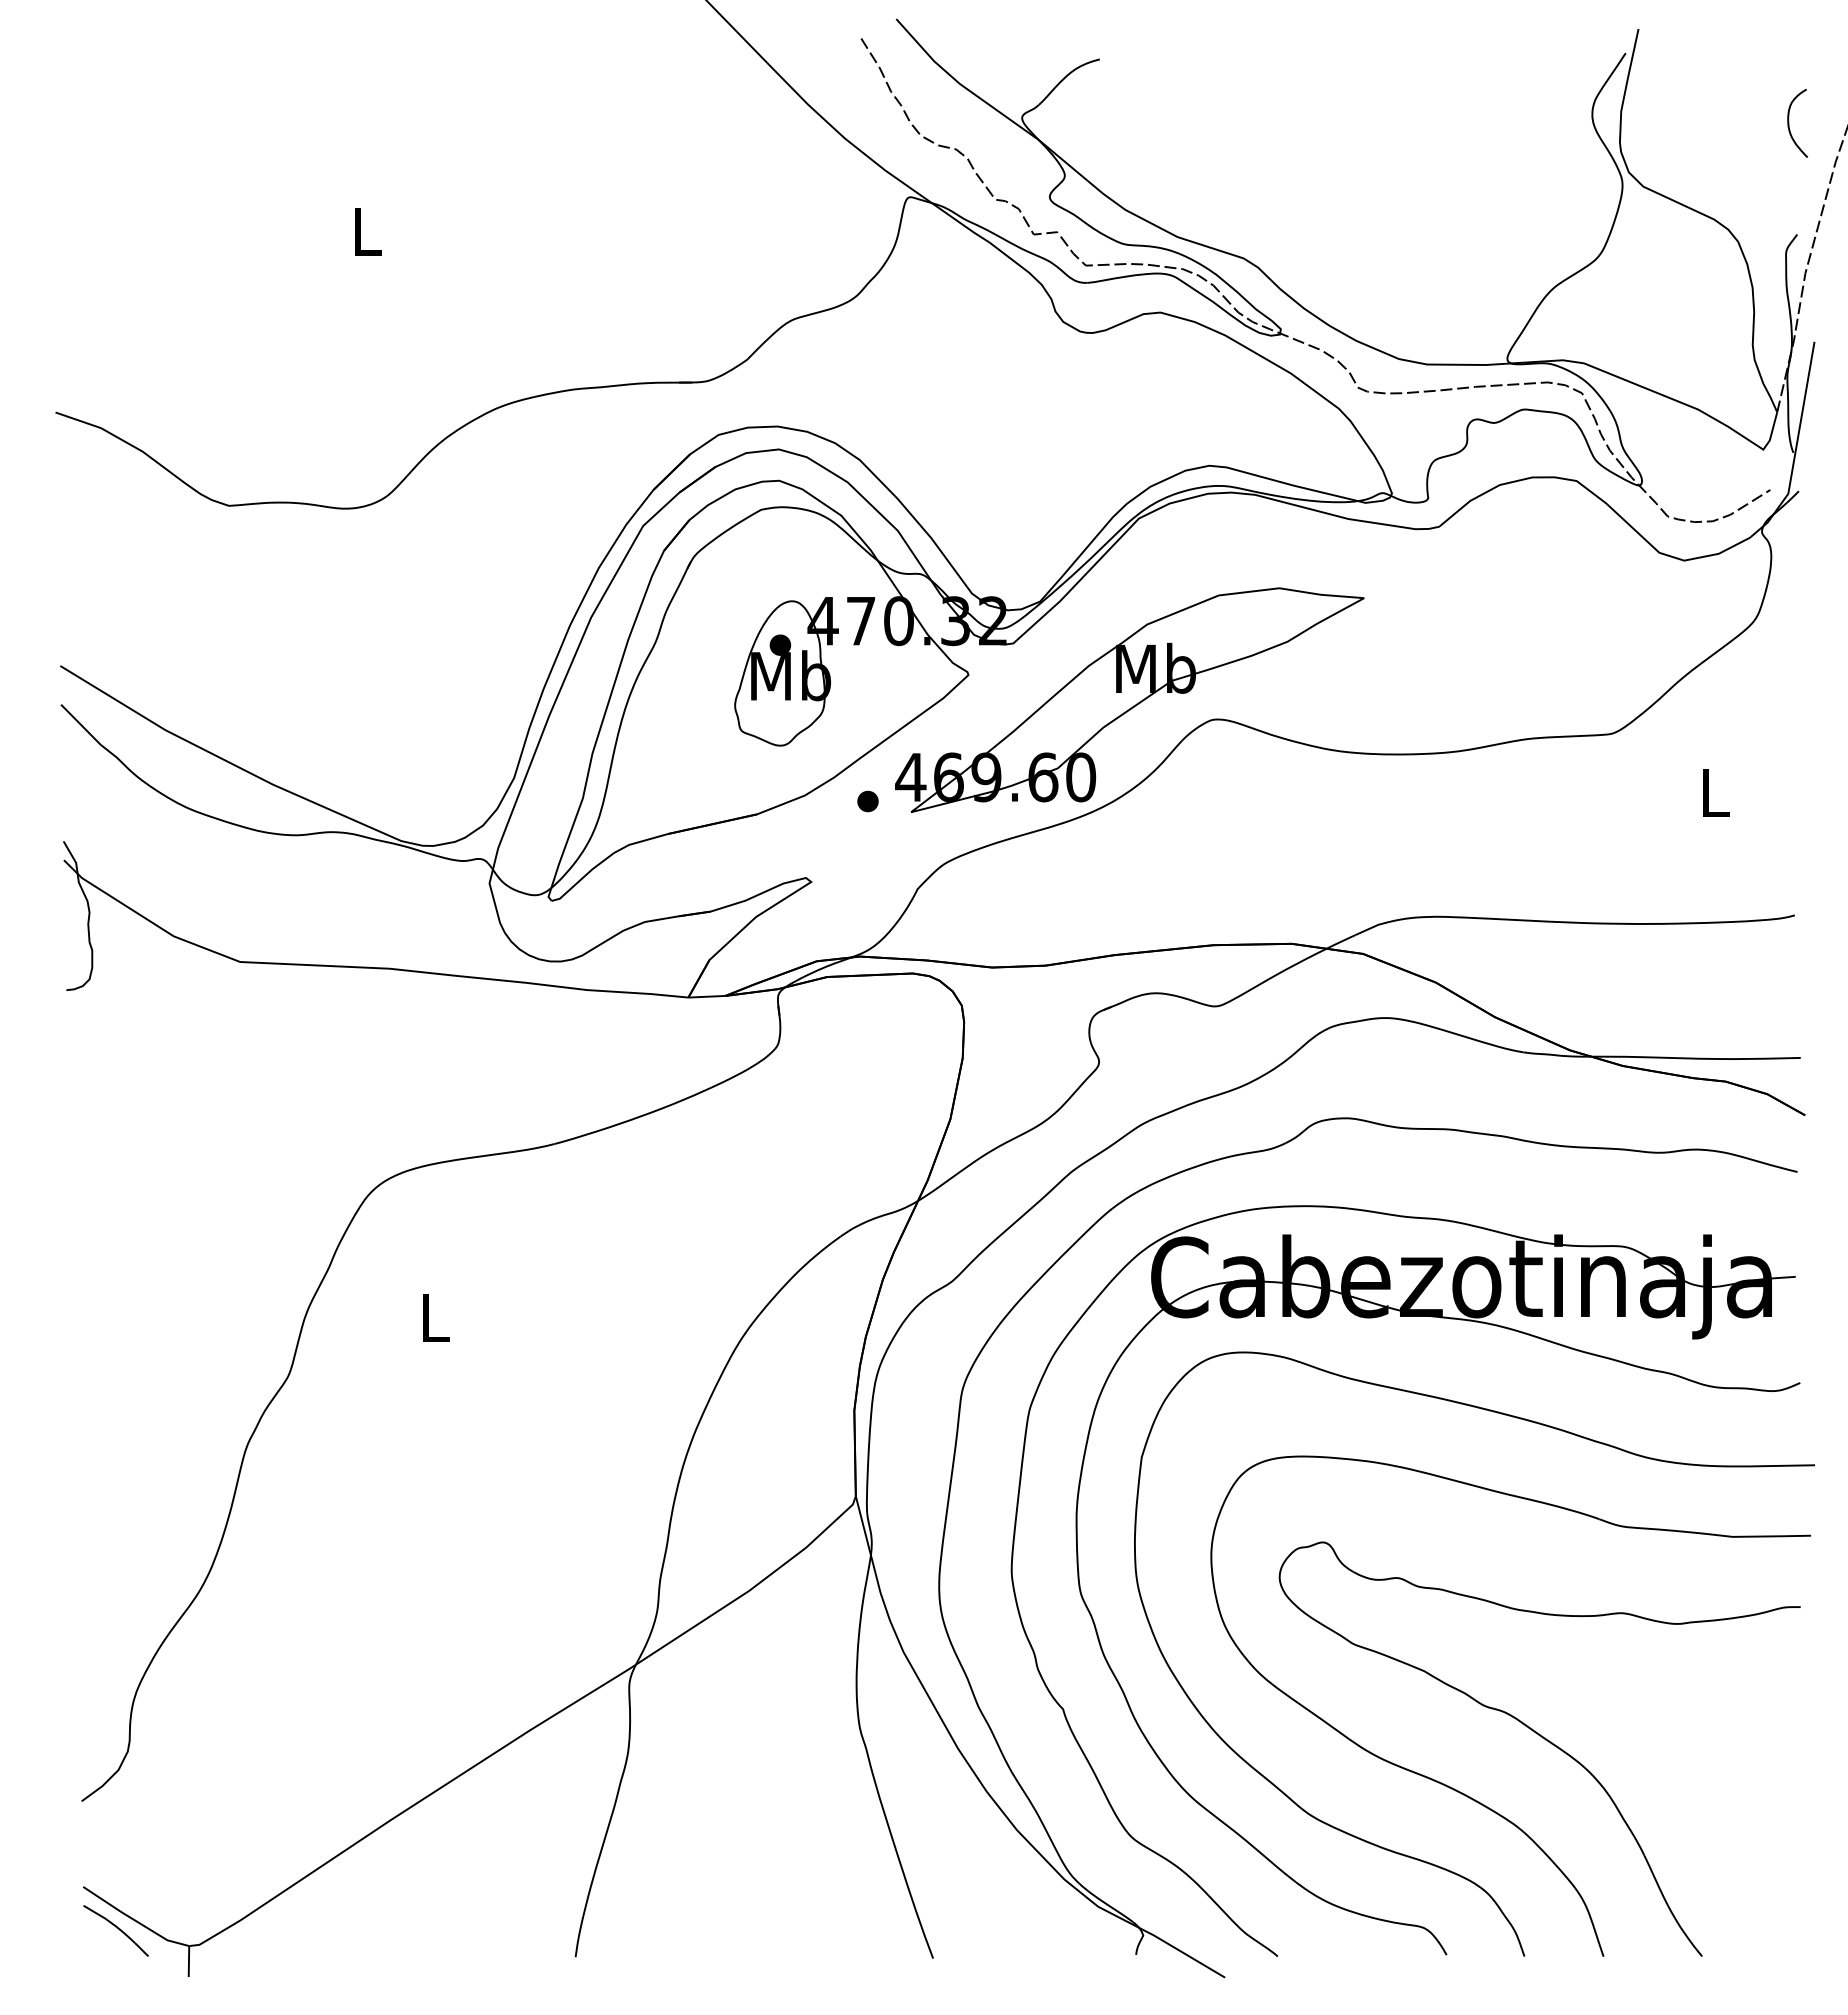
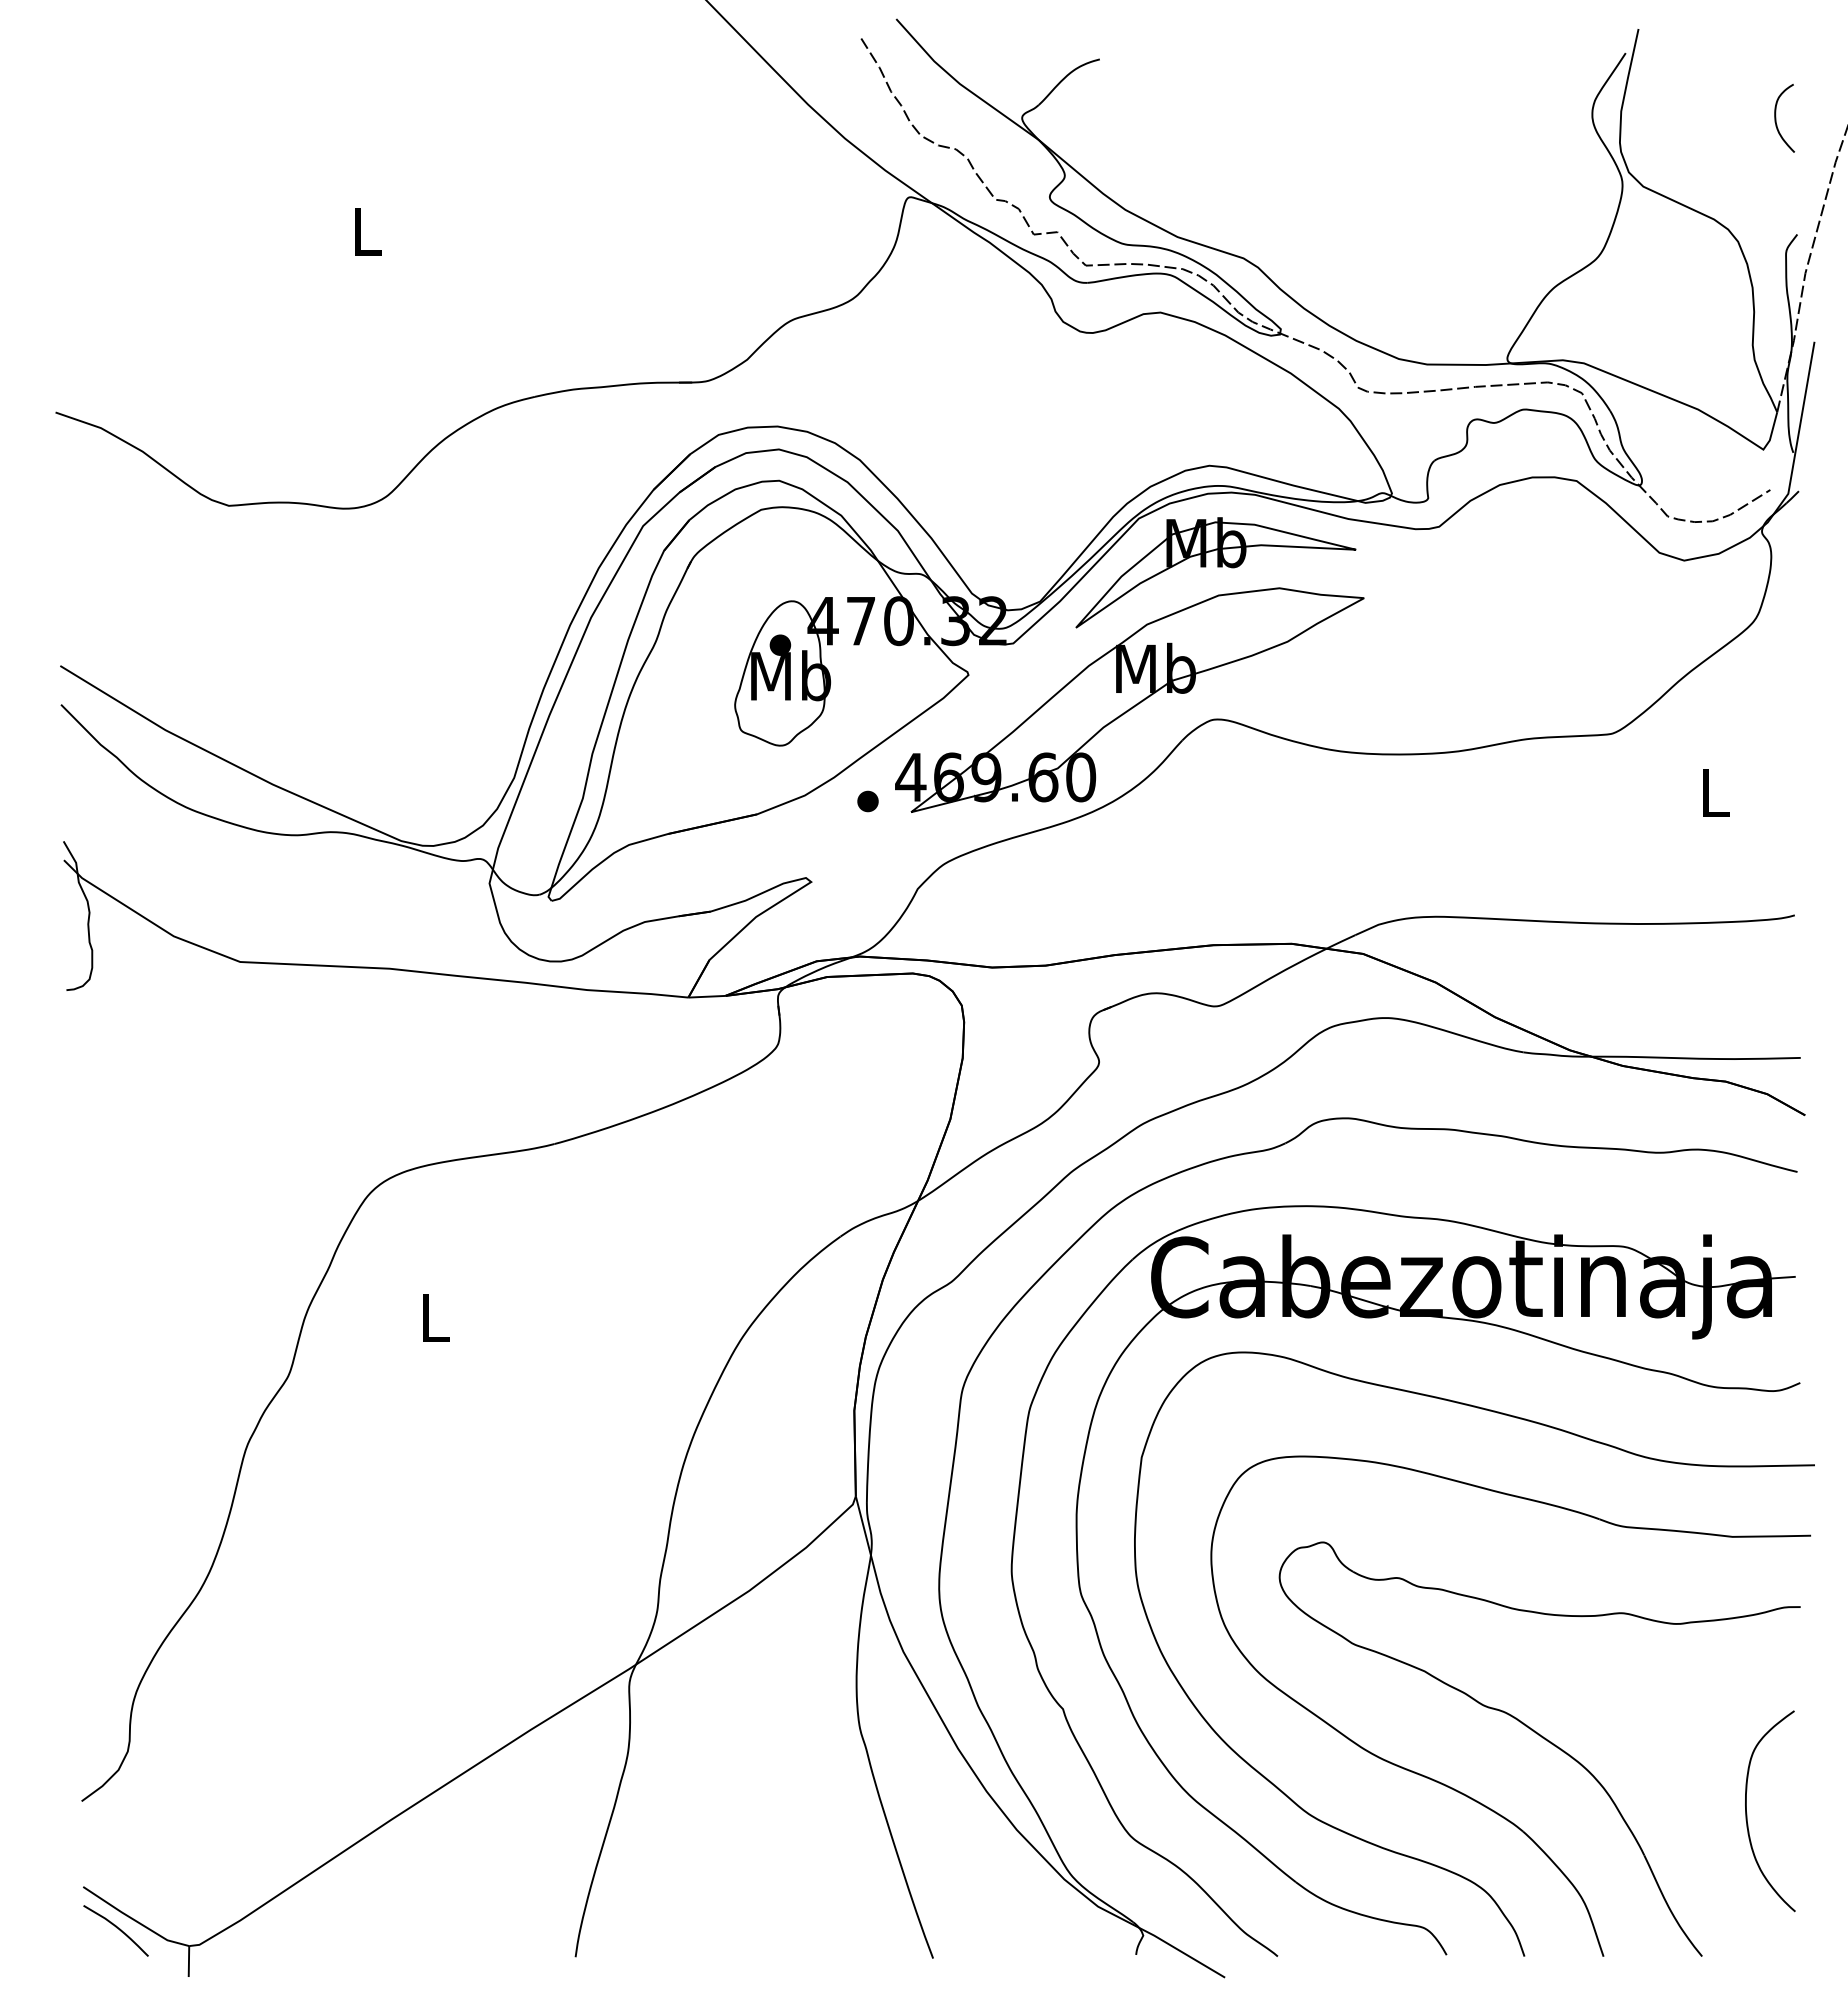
curve at (1789, 123) position: (1789, 123) -> (1776, 118)
part at (1215, 572): none -> present
curve at (1747, 1813): none -> present
